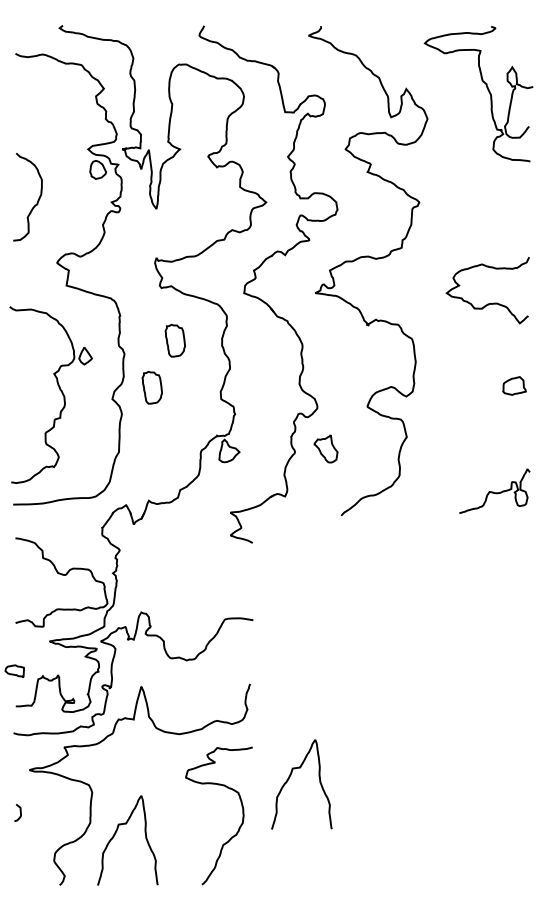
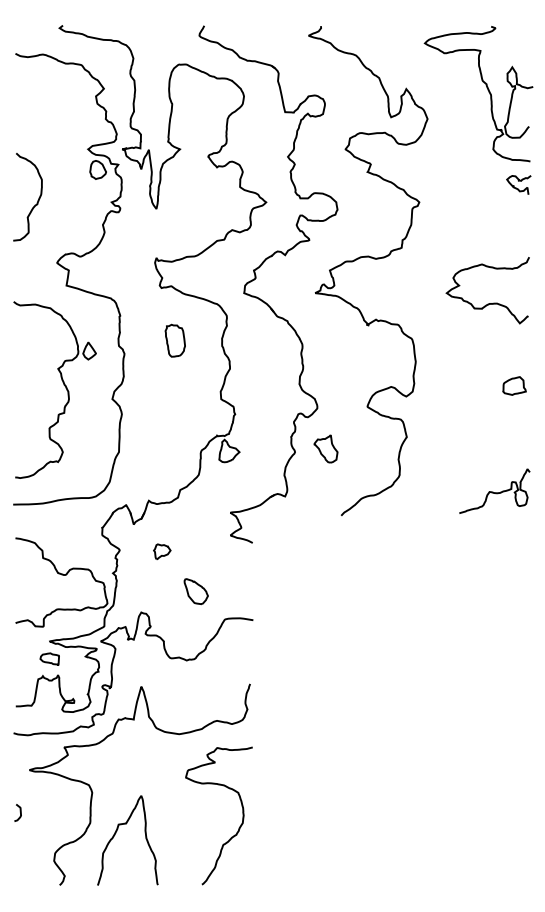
curve at (518, 181): none -> present
part at (151, 387): present -> none
part at (59, 390) position: (59, 390) -> (63, 385)
part at (162, 551): none -> present
part at (195, 591): none -> present
part at (14, 670) position: (14, 670) -> (49, 658)
curve at (289, 779): present -> none
